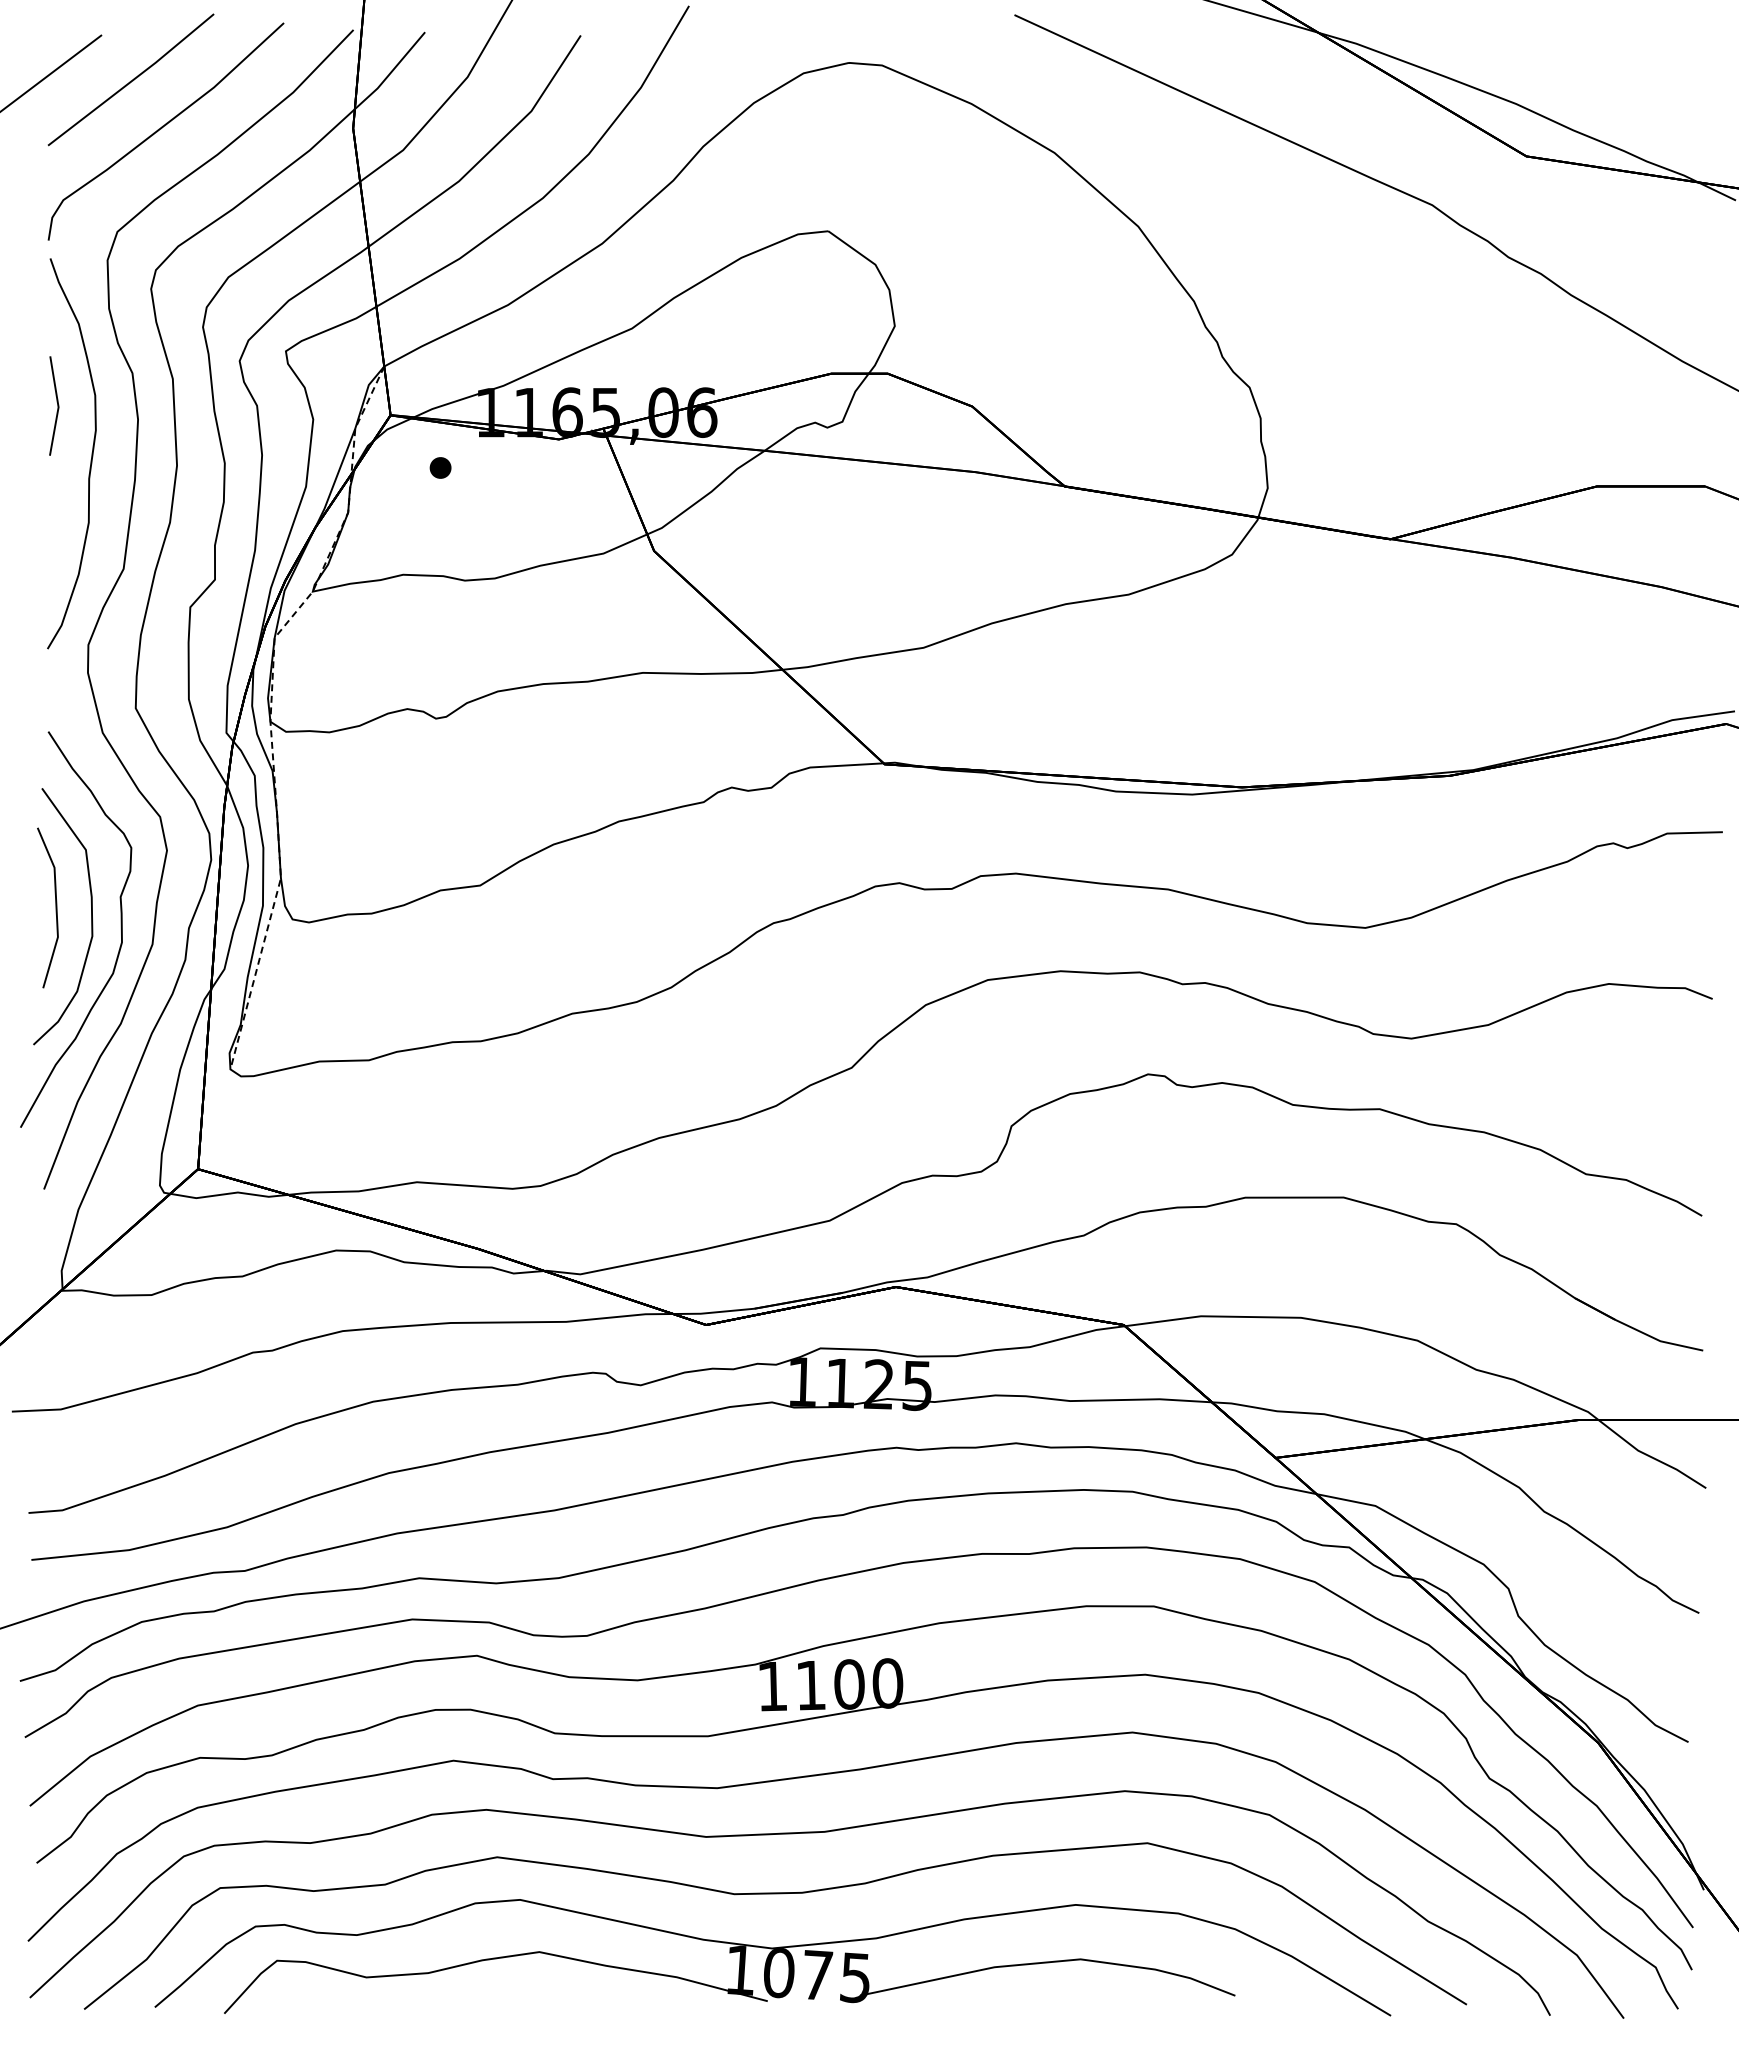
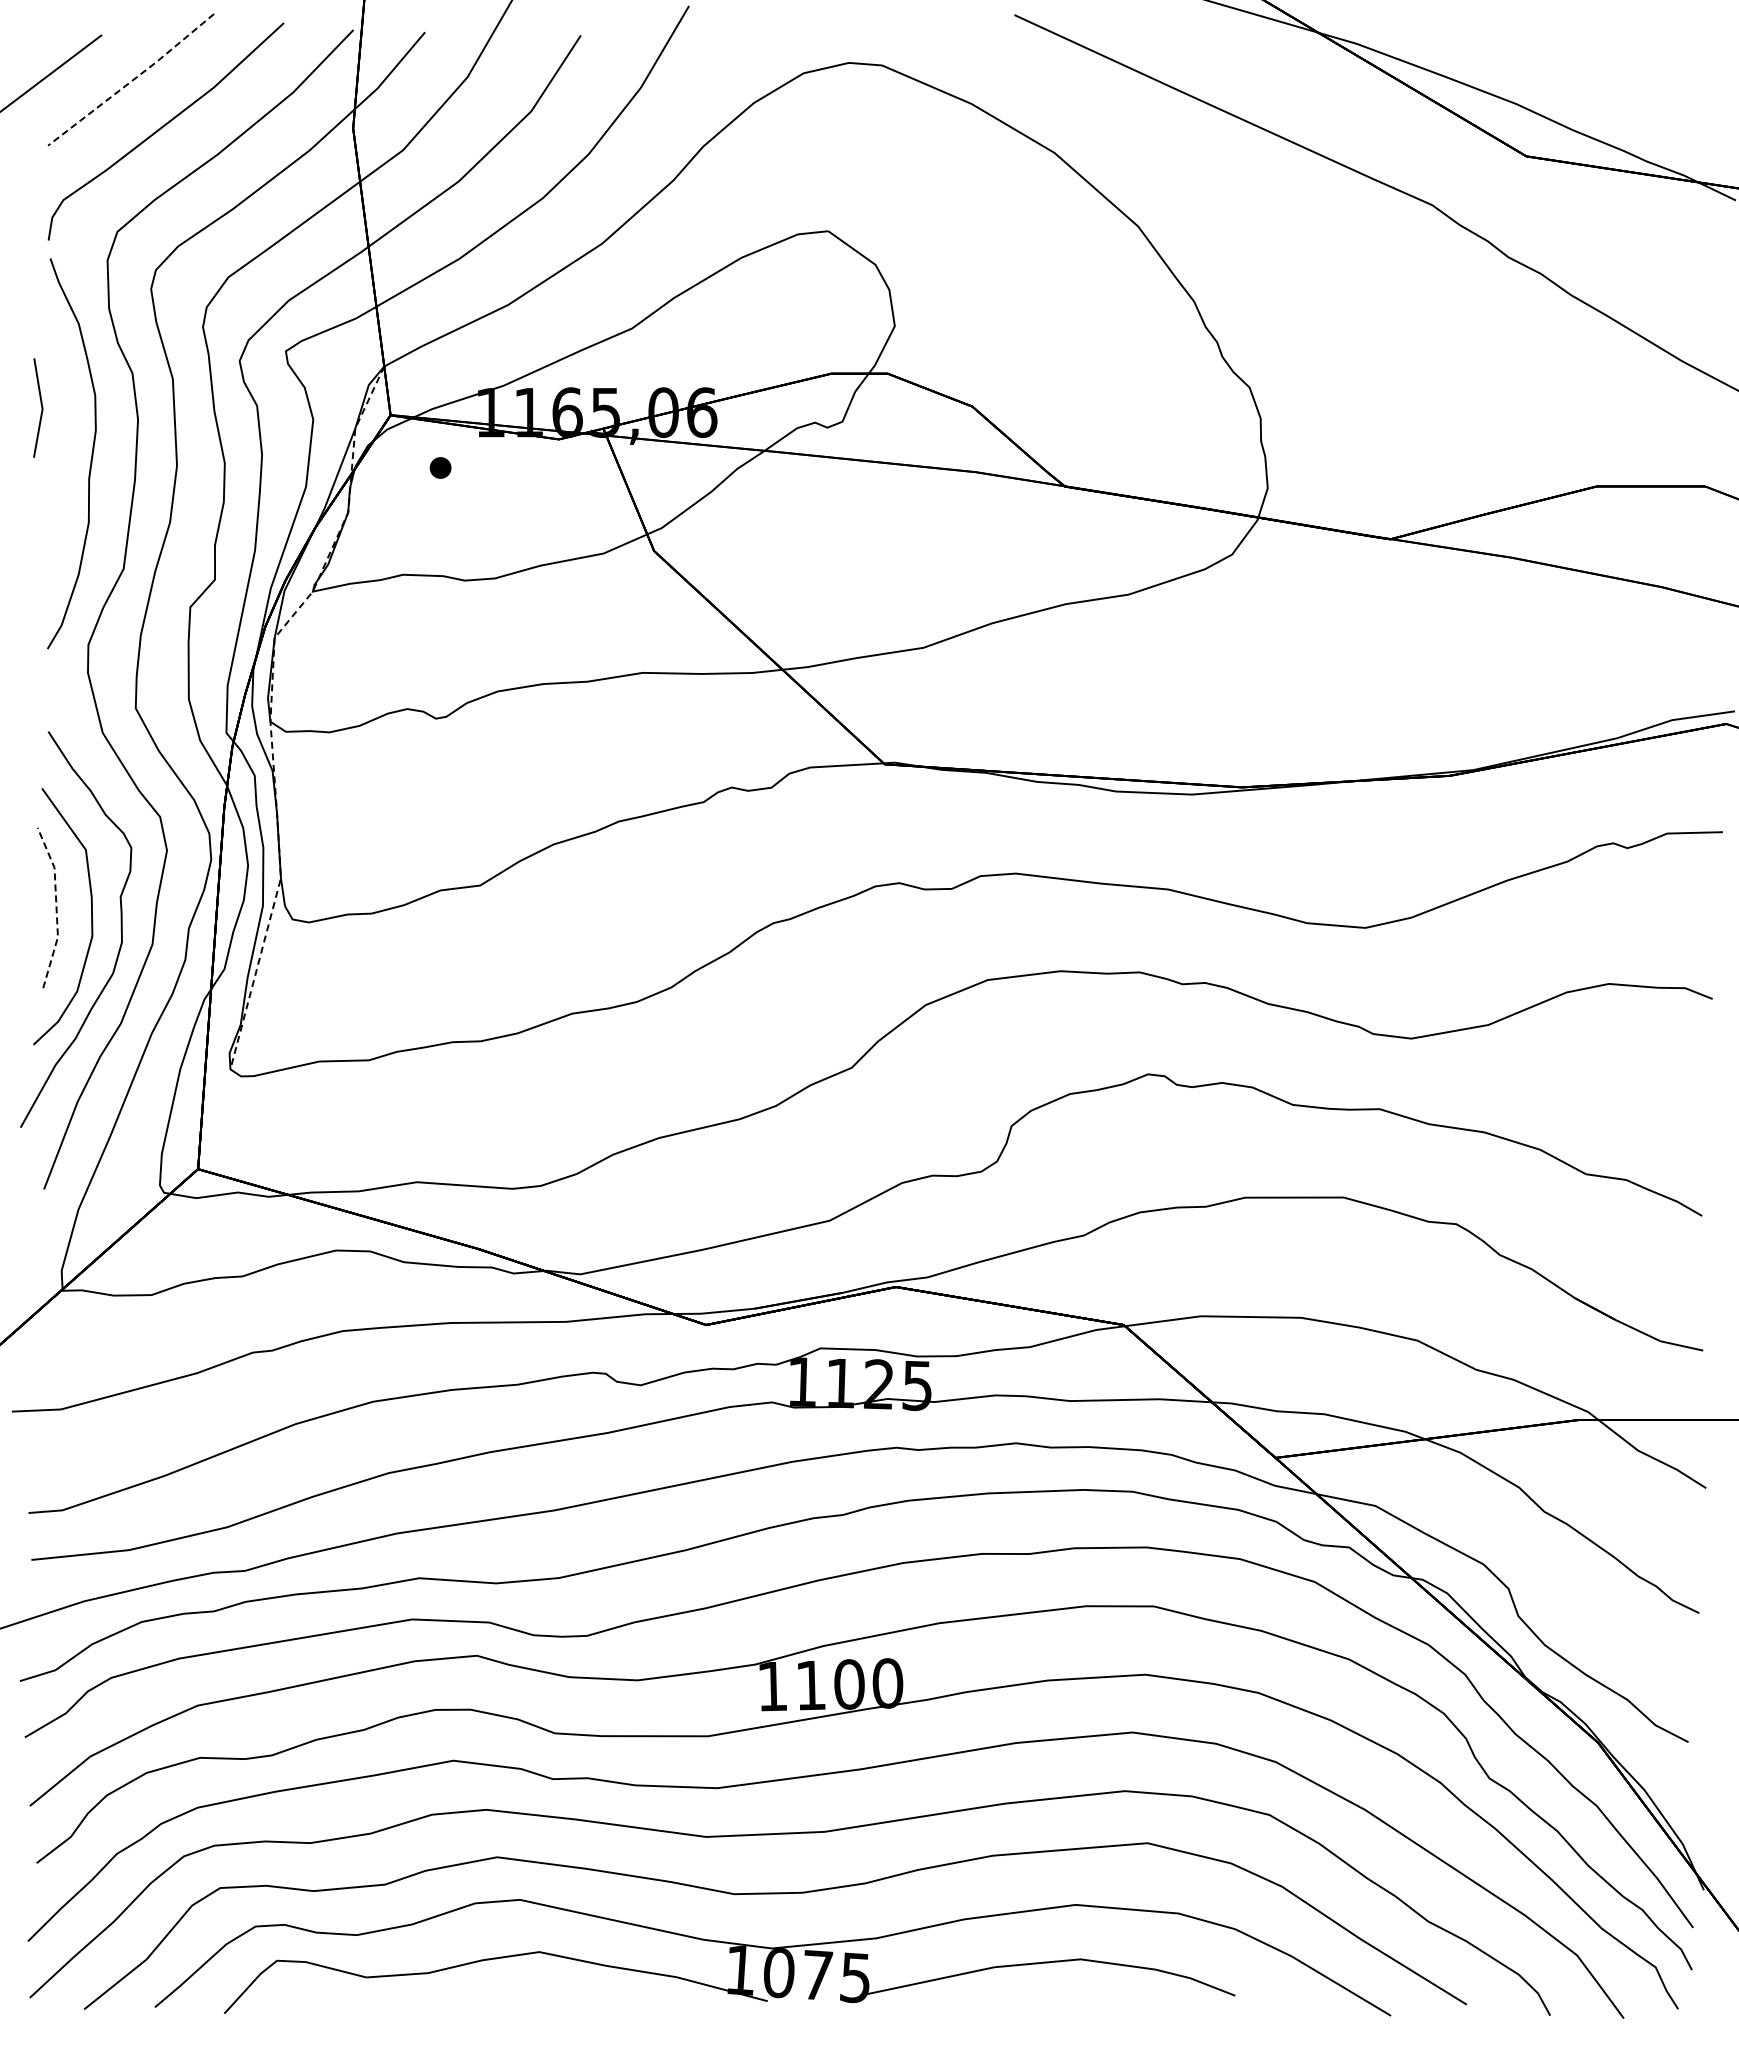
line at (132, 80): solid -> dashed
line at (57, 405) position: (57, 405) -> (41, 407)
line at (56, 907): solid -> dashed
